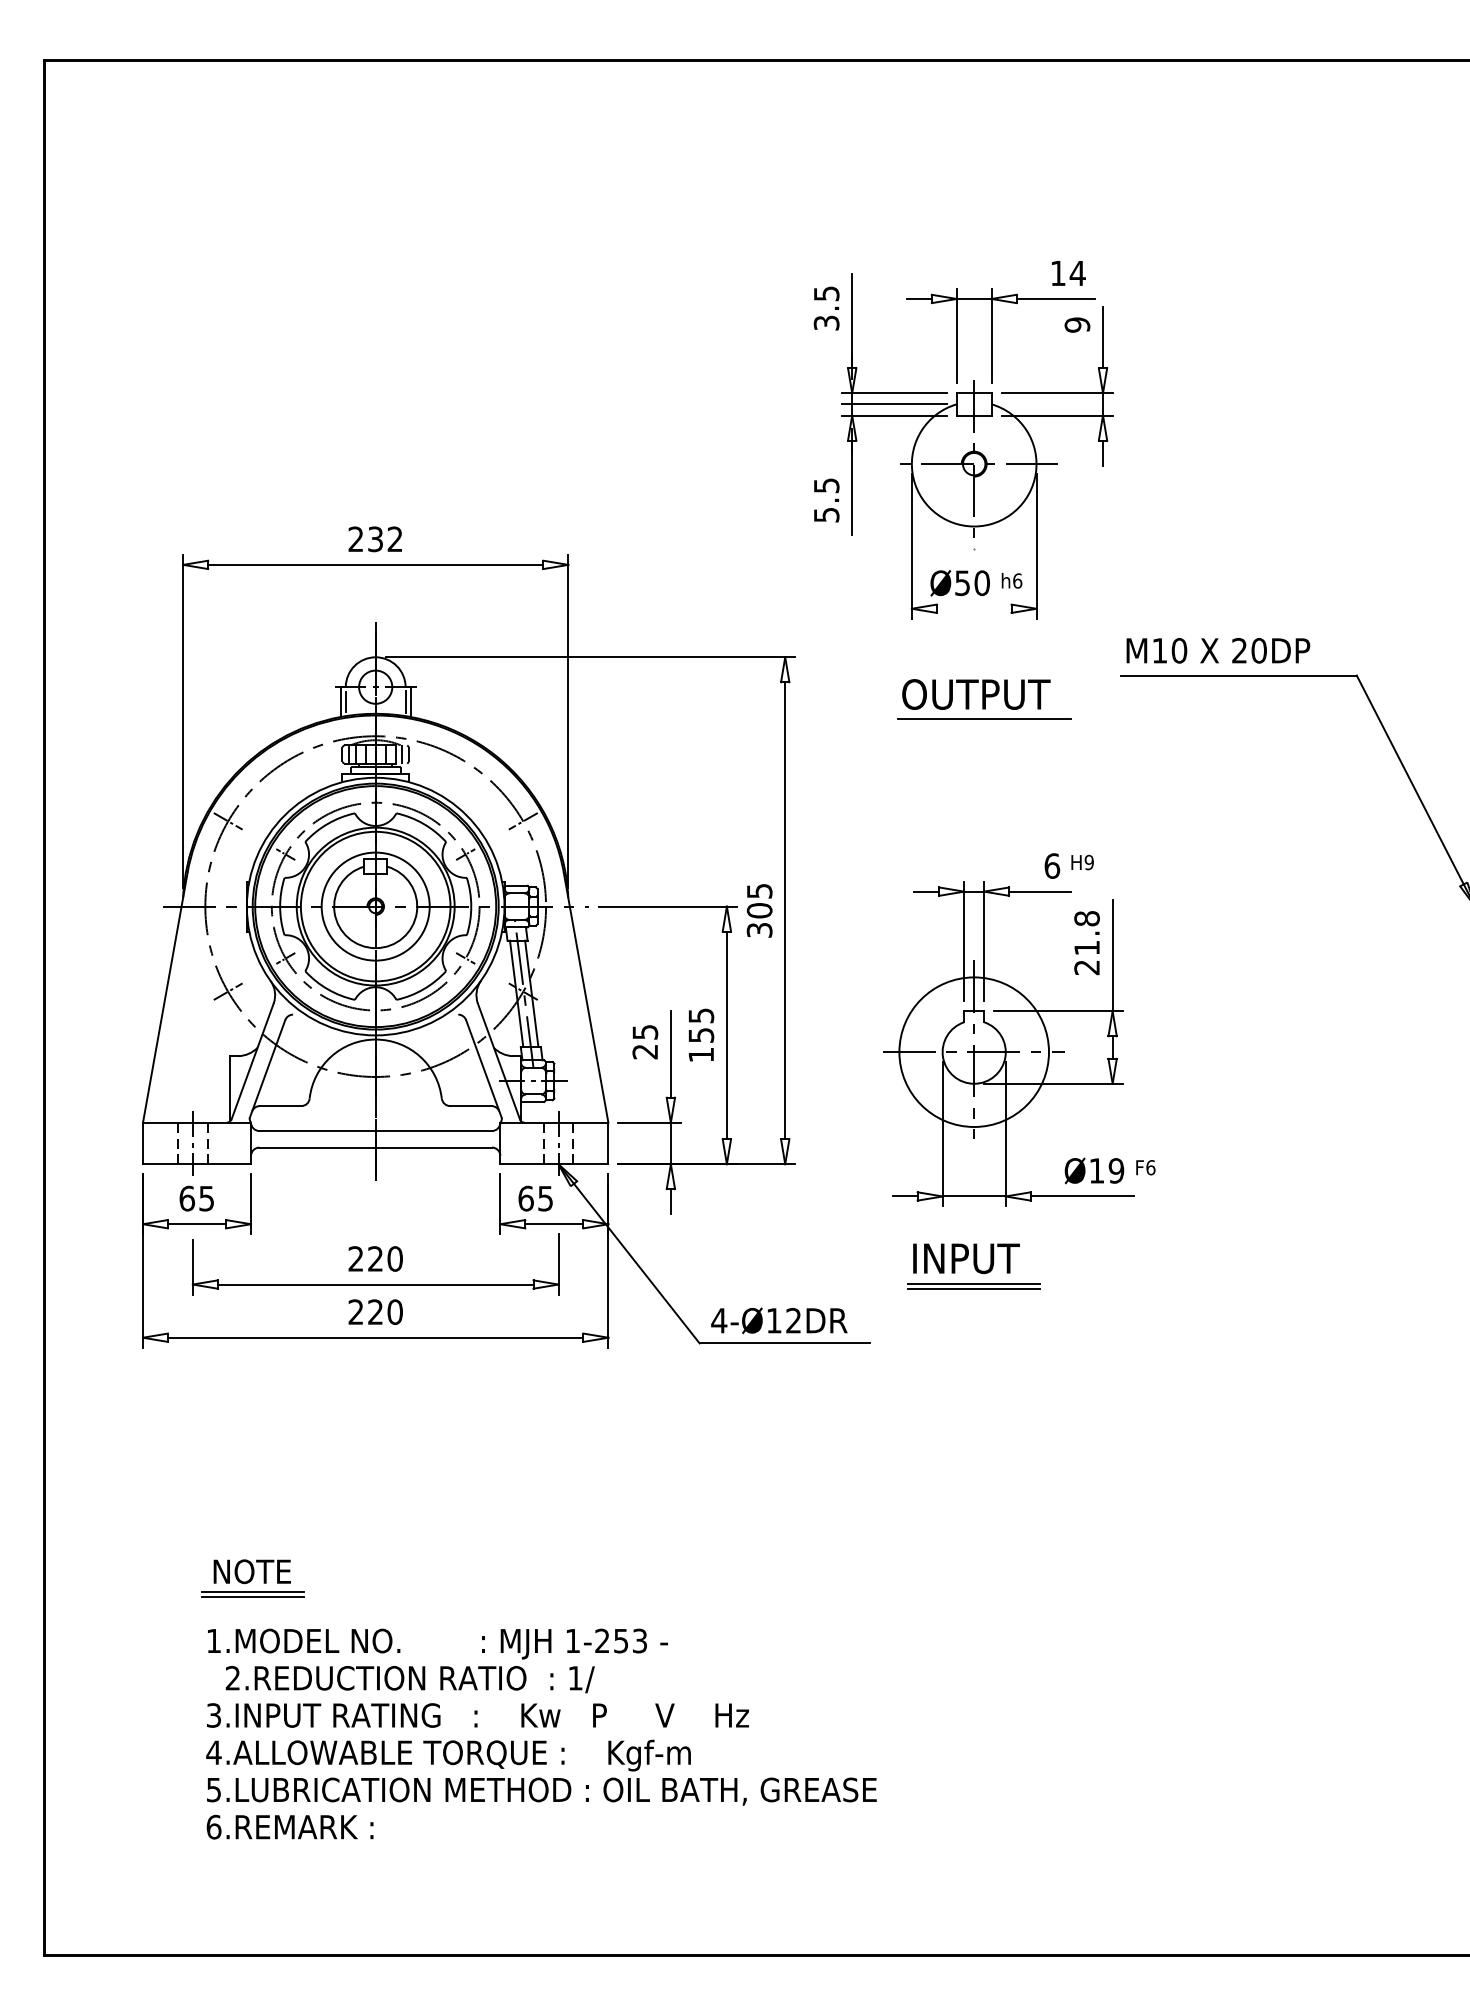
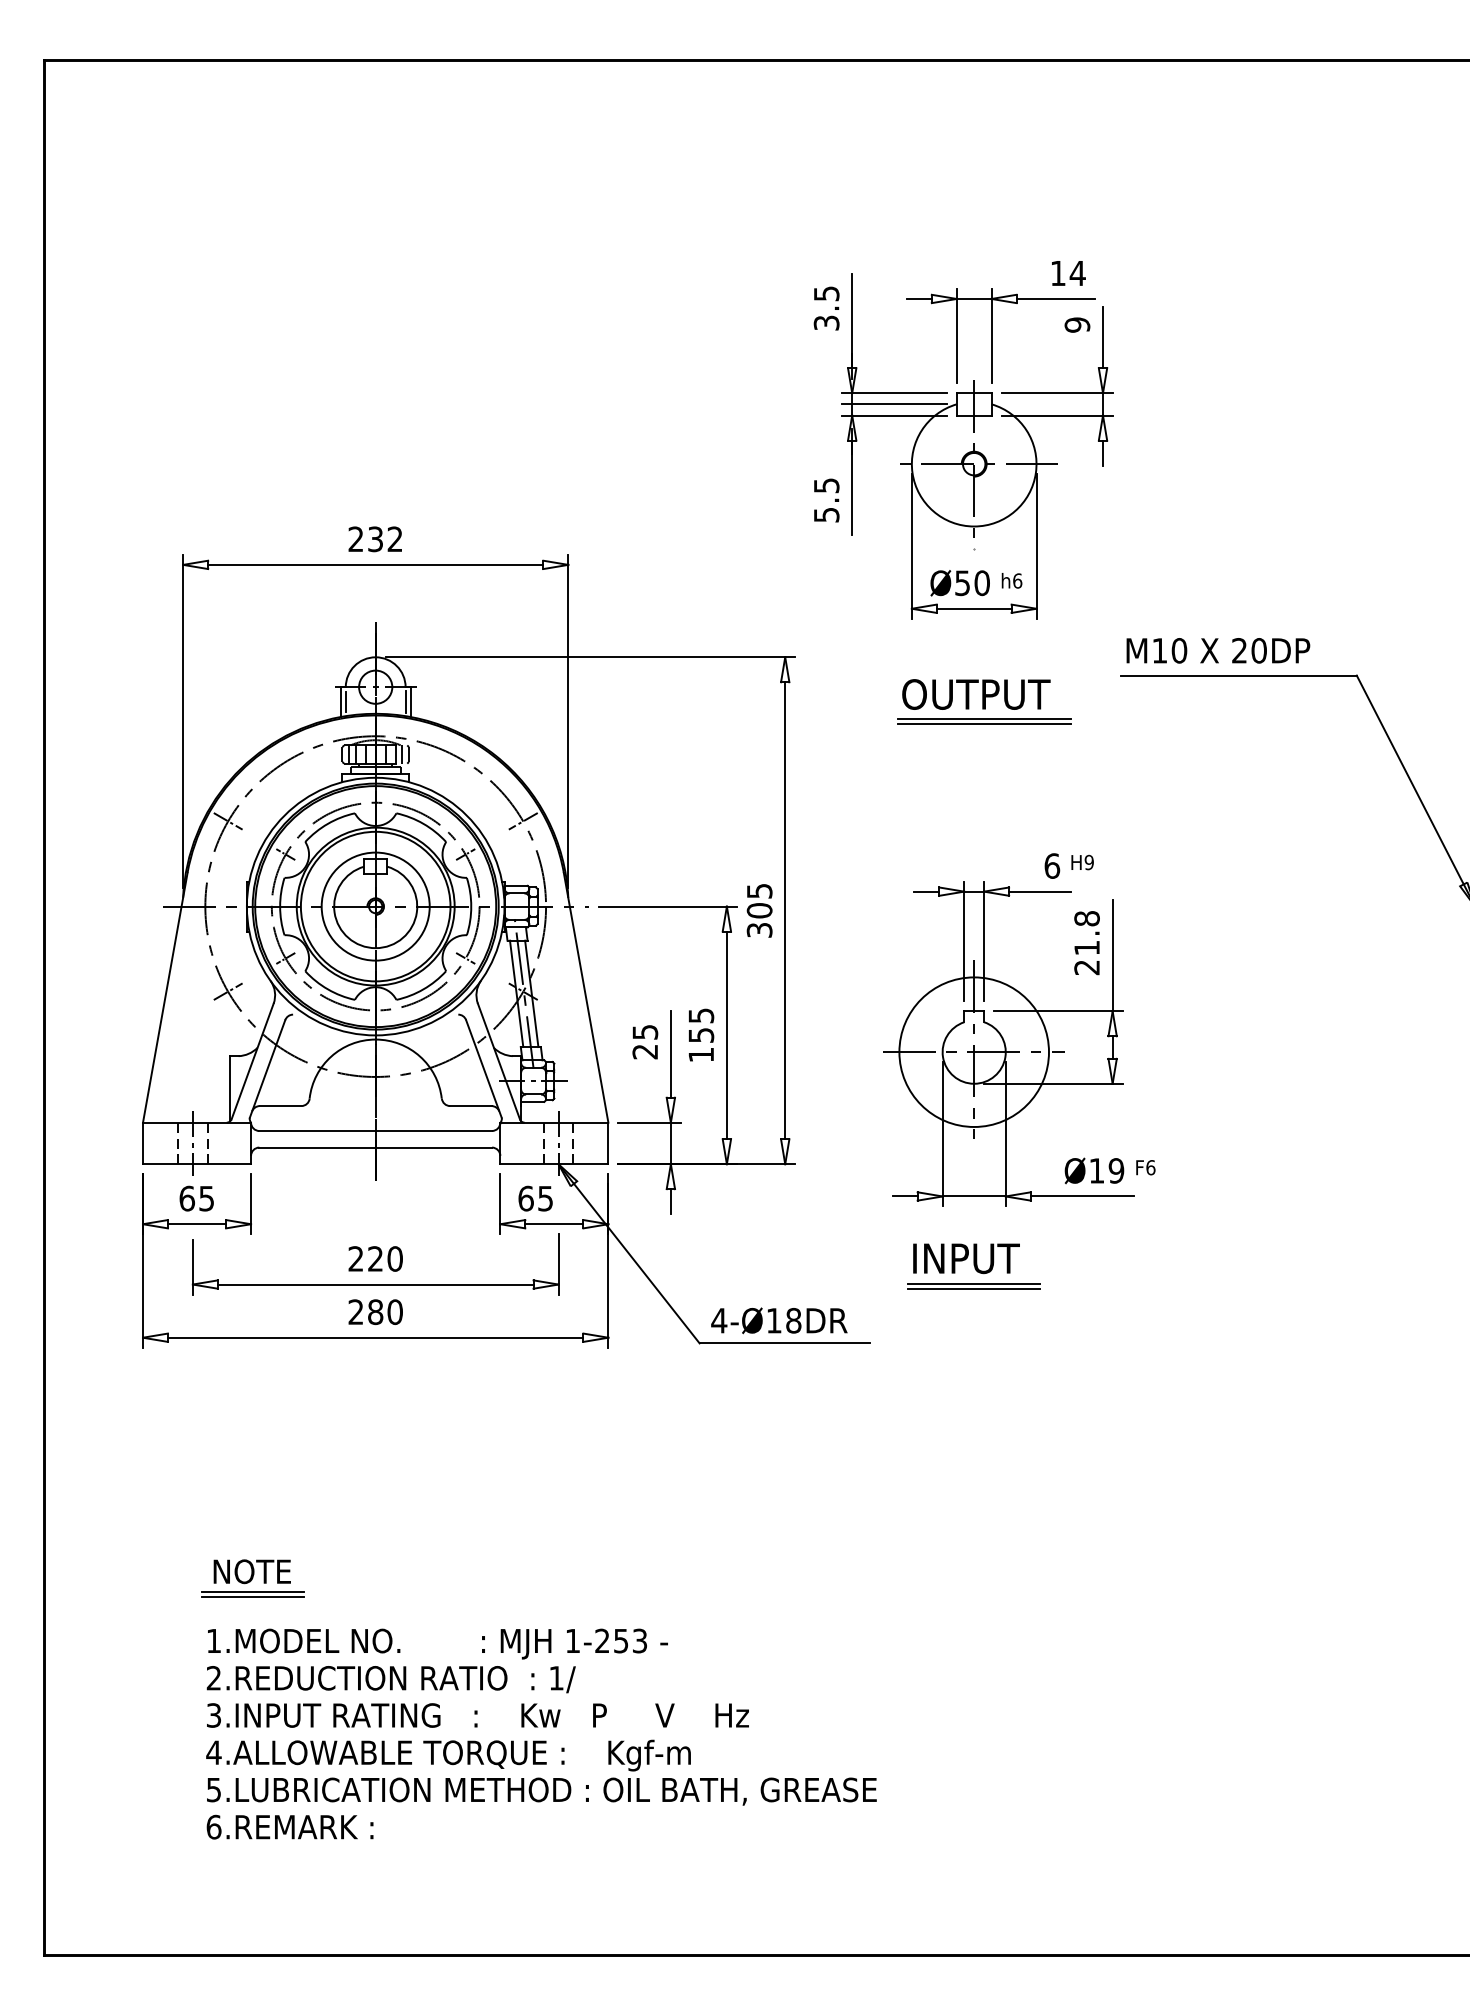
line at (973, 608): none -> present
line at (984, 724): none -> present
text at (375, 1312): 220 -> 280
text at (793, 1320): 4-Ø12DR -> 4-Ø18DR
text at (409, 1679) position: (409, 1679) -> (390, 1679)
